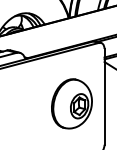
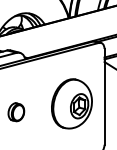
part at (16, 112): none -> present
